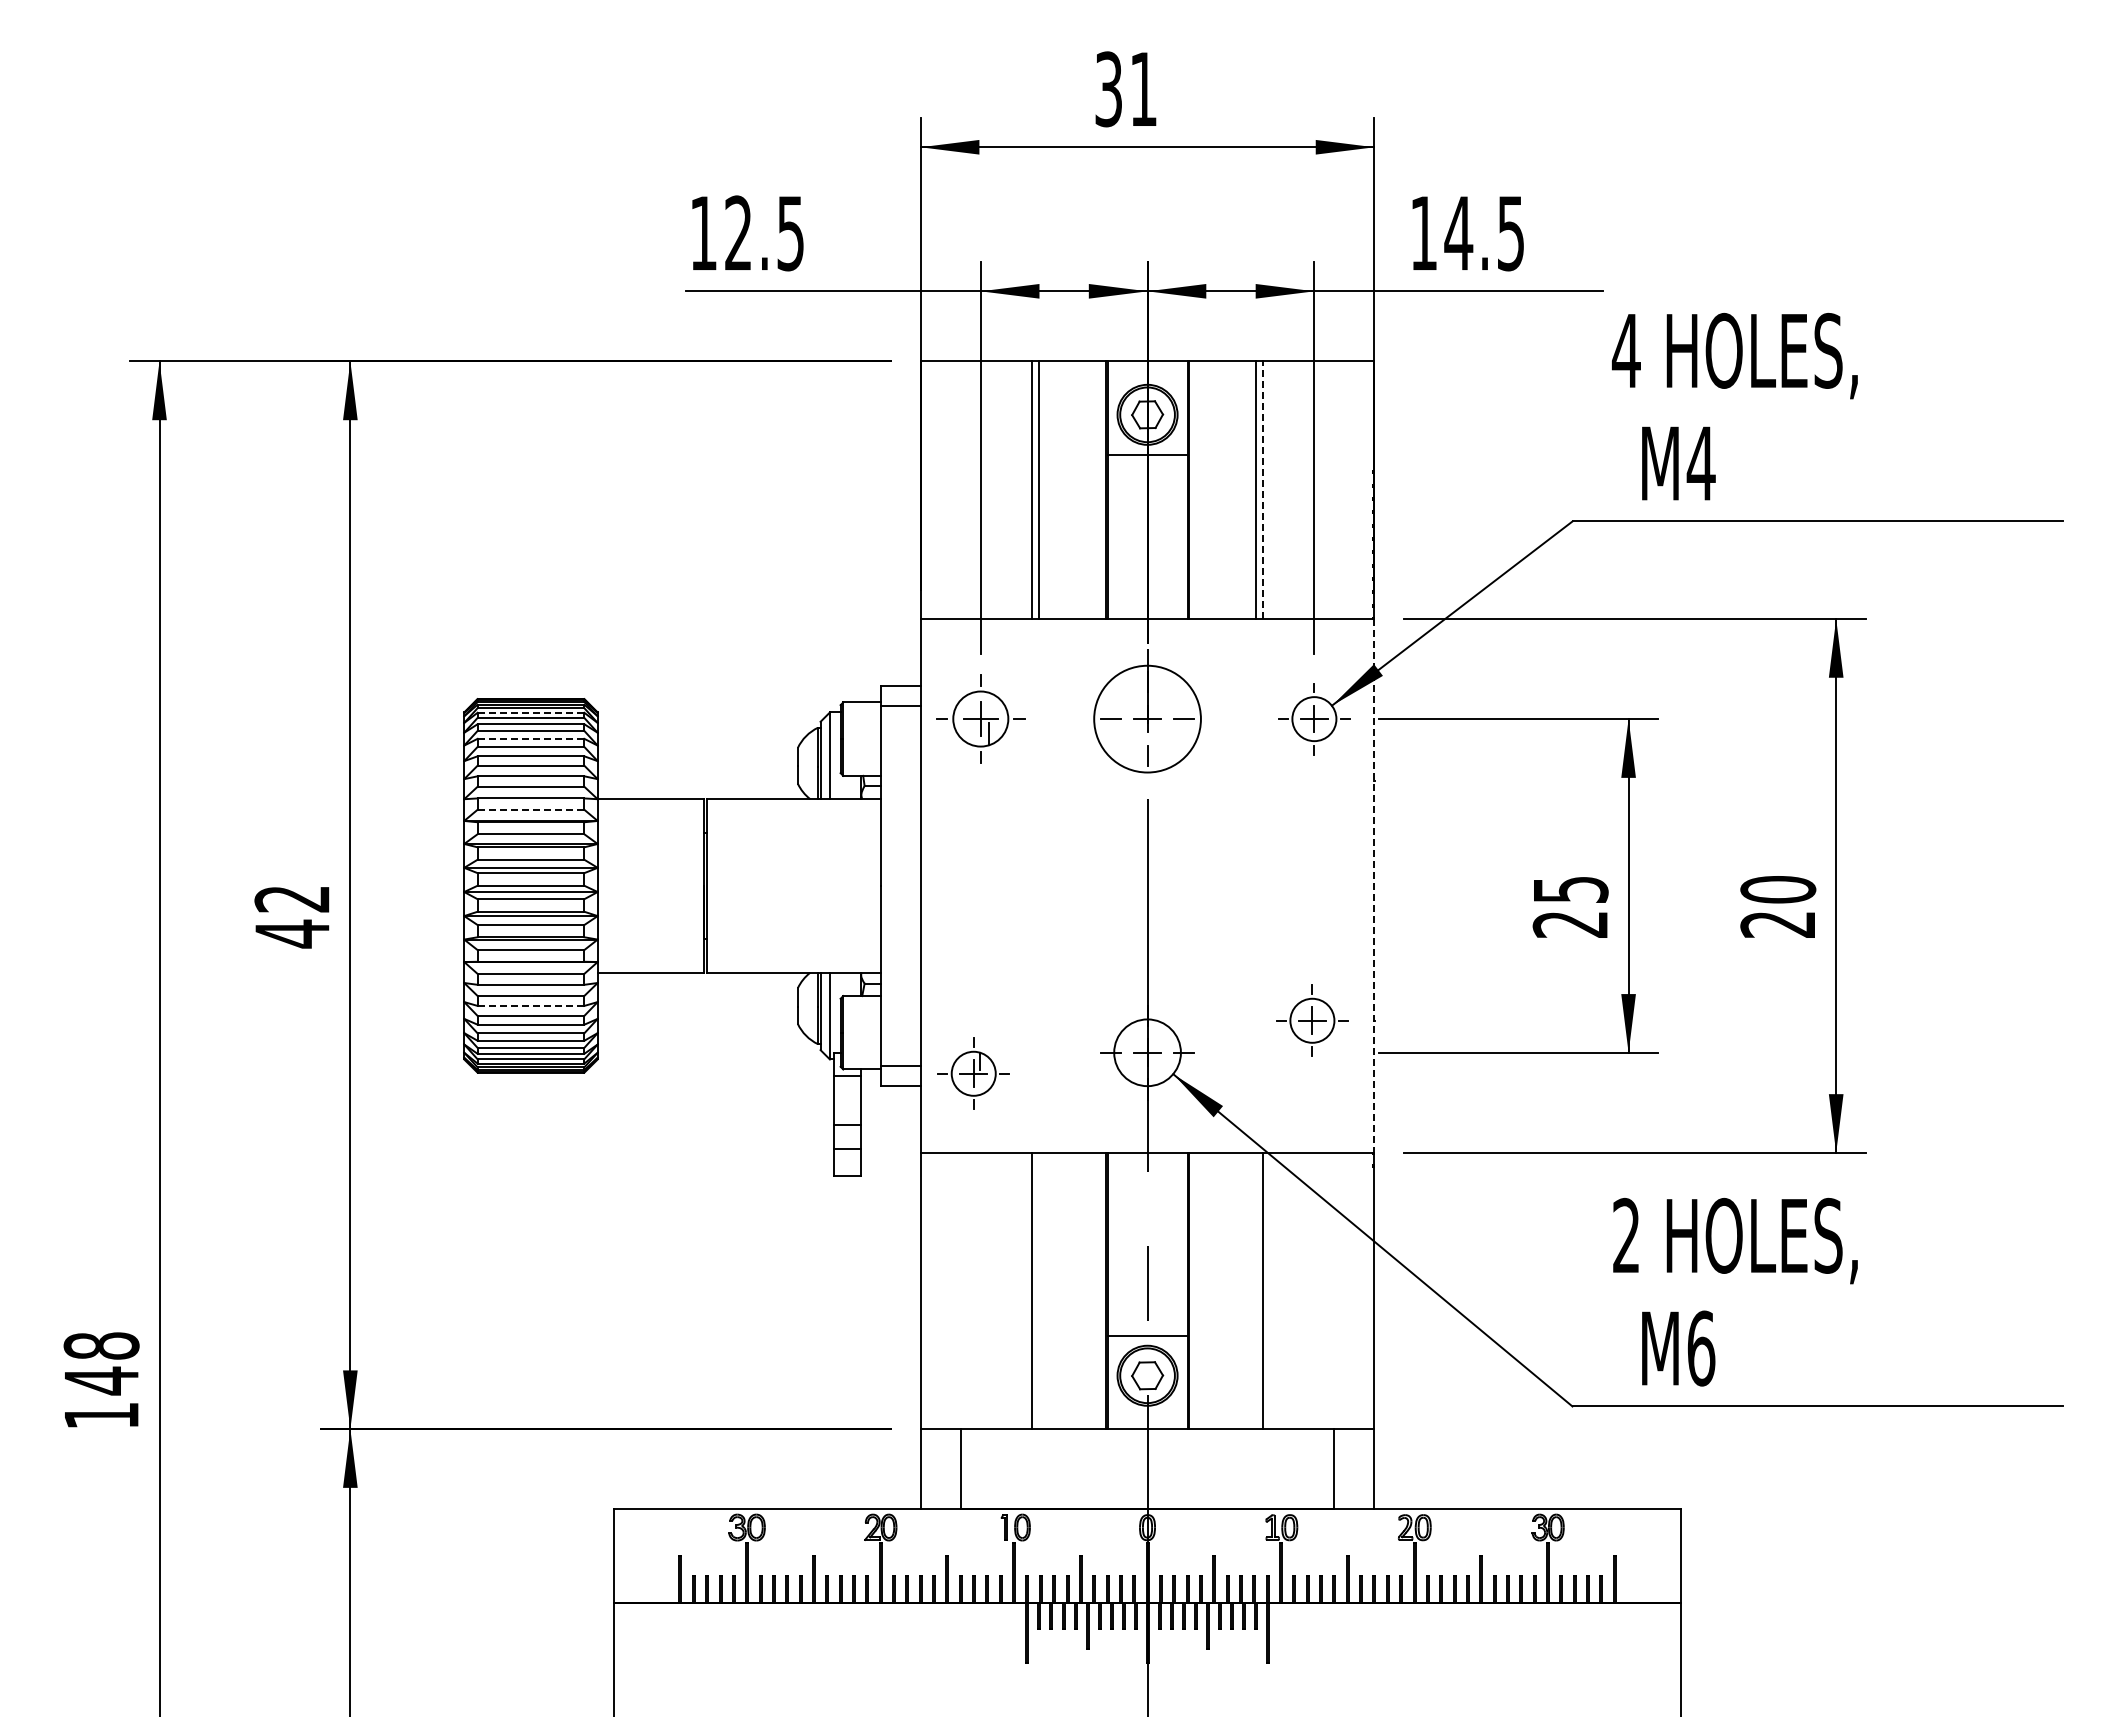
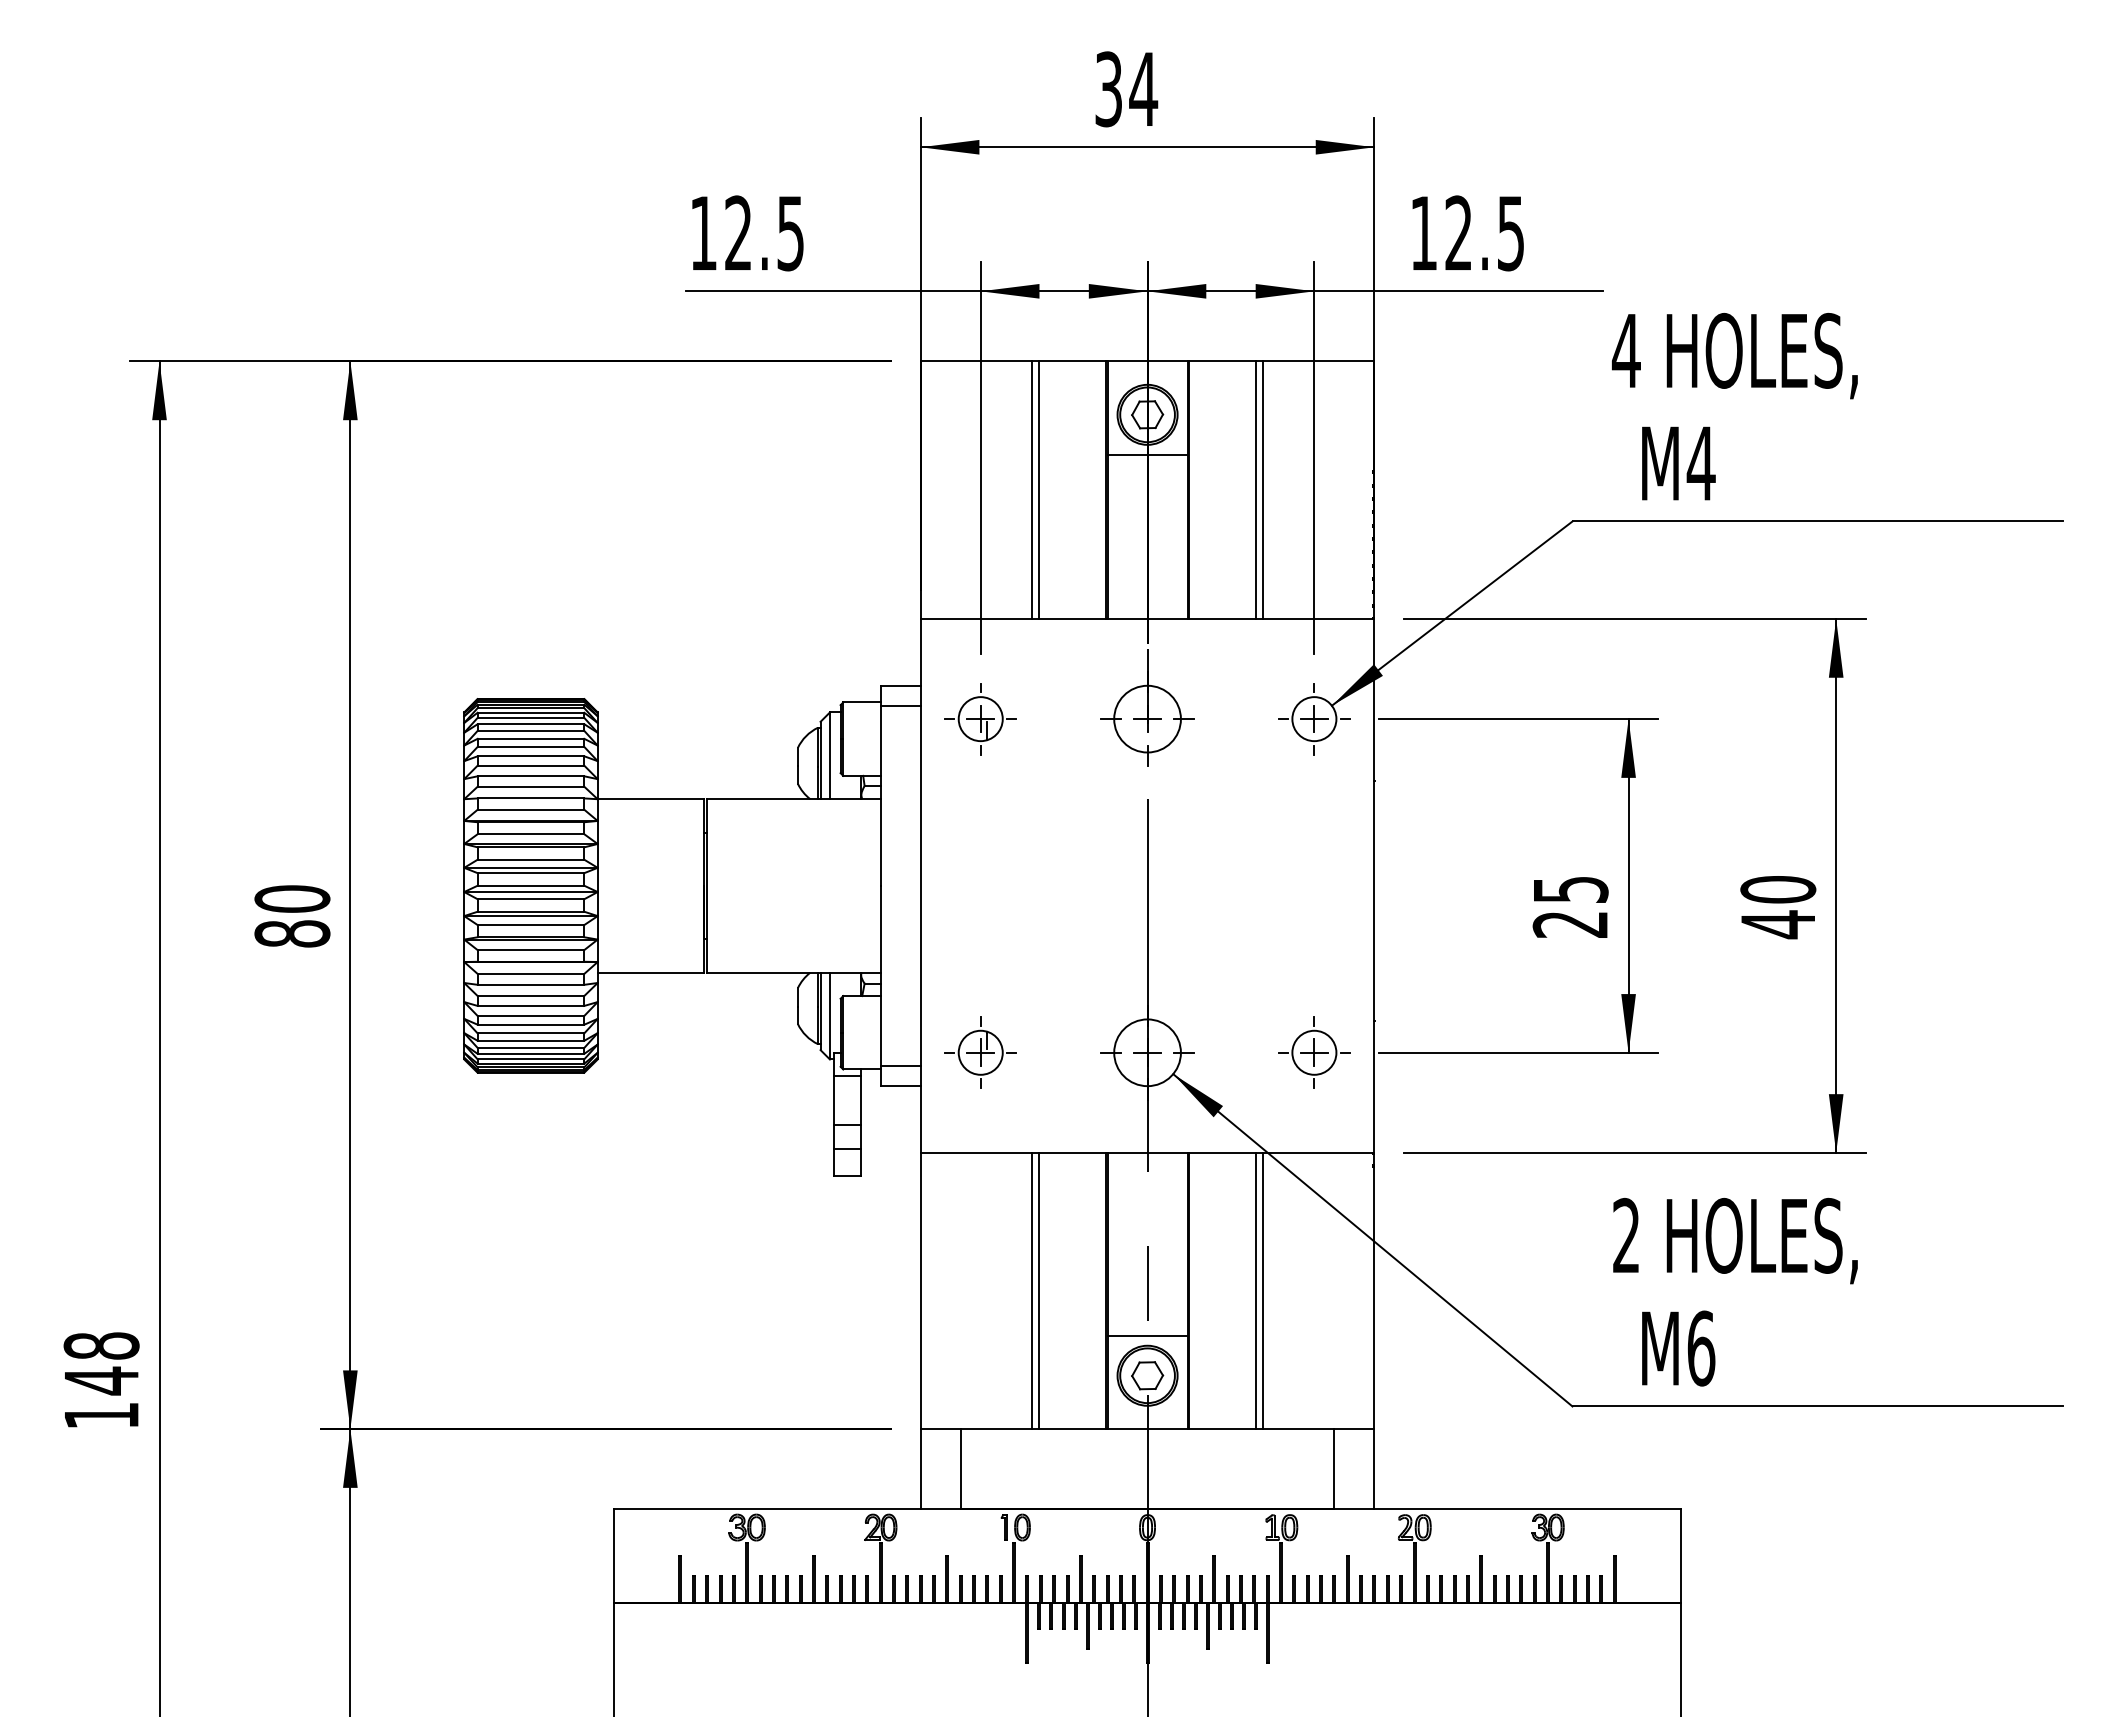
text at (1143, 88): 31 -> 34
text at (1458, 232): 14.5 -> 12.5
line at (1262, 490): dashed -> solid
line at (531, 712): dashed -> solid
part at (980, 718) size: 90x90 px -> 73x73 px
circle at (1147, 718) diameter: 107 px -> 67 px
line at (531, 738): dashed -> solid
line at (530, 809): dashed -> solid
line at (1374, 885): dashed -> solid
text at (292, 916): 42 -> 80
text at (1777, 924): 20 -> 40
line at (530, 1005): dashed -> solid
part at (1312, 1020) position: (1312, 1020) -> (1314, 1052)
part at (973, 1073) position: (973, 1073) -> (980, 1052)
line at (1039, 1290): none -> present
line at (1256, 1290): none -> present
